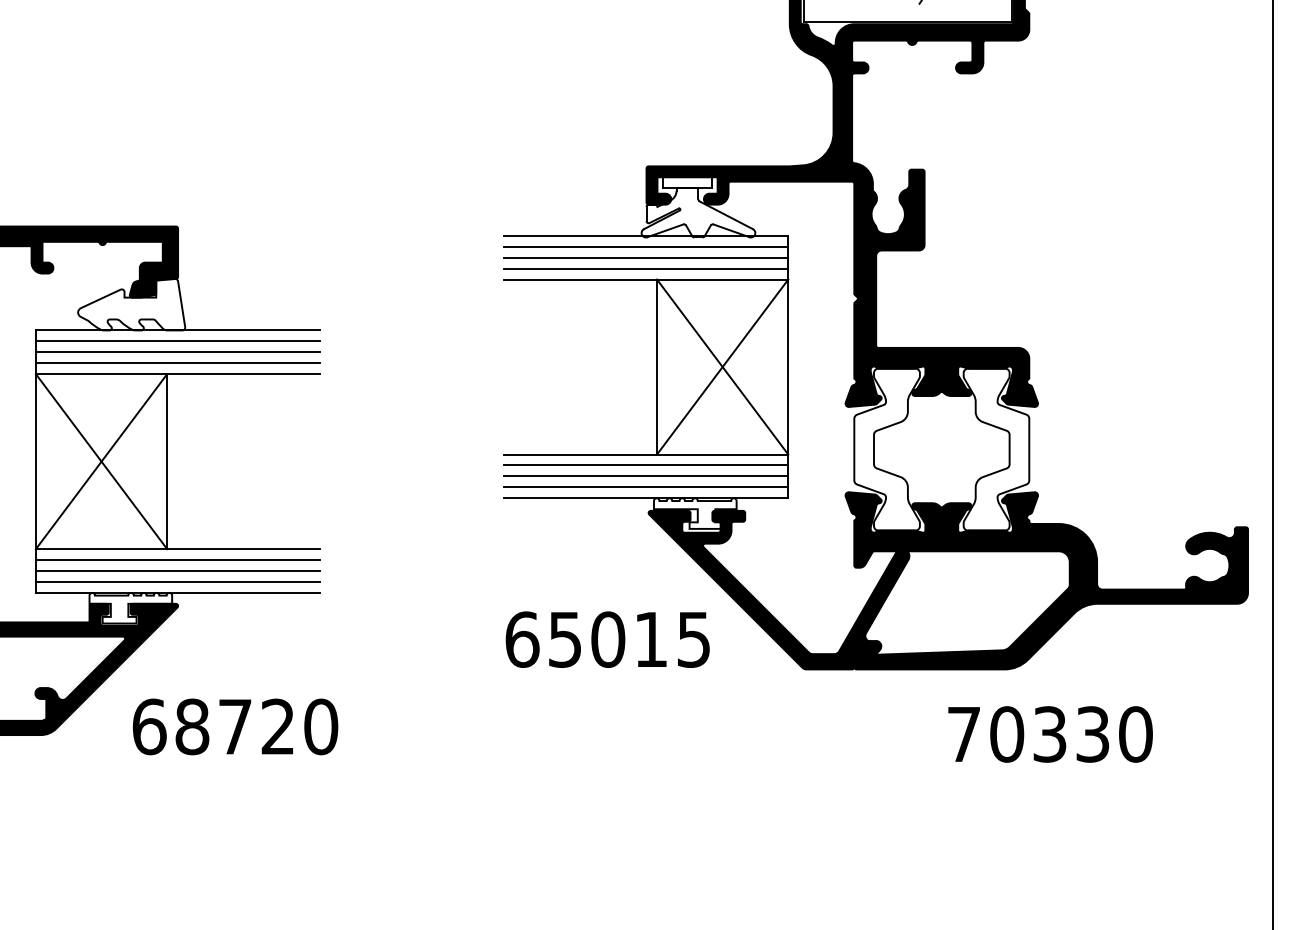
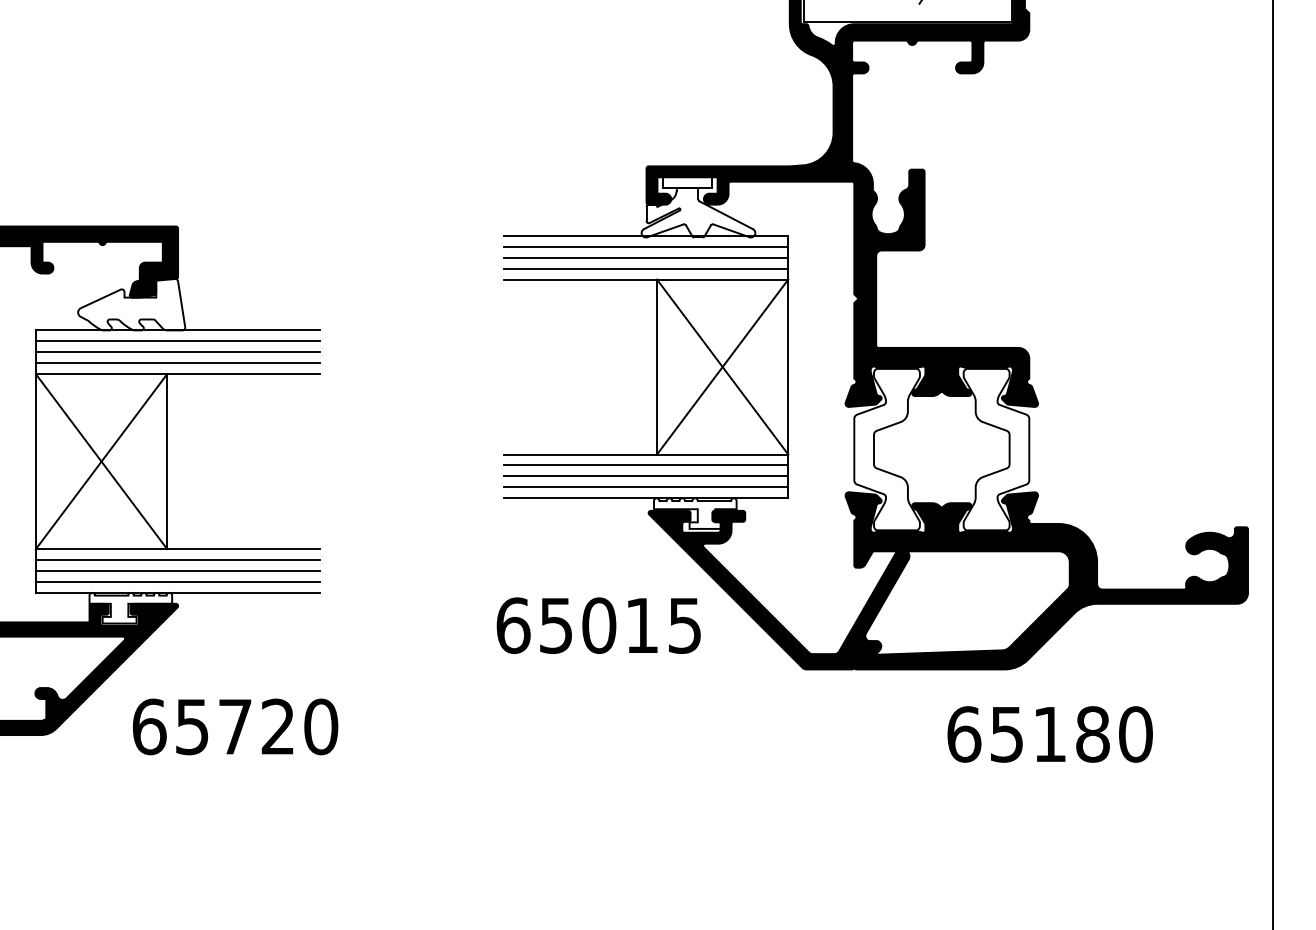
text at (607, 639) position: (607, 639) -> (598, 625)
text at (192, 726): 68720 -> 65720
text at (1028, 734): 70330 -> 65180
